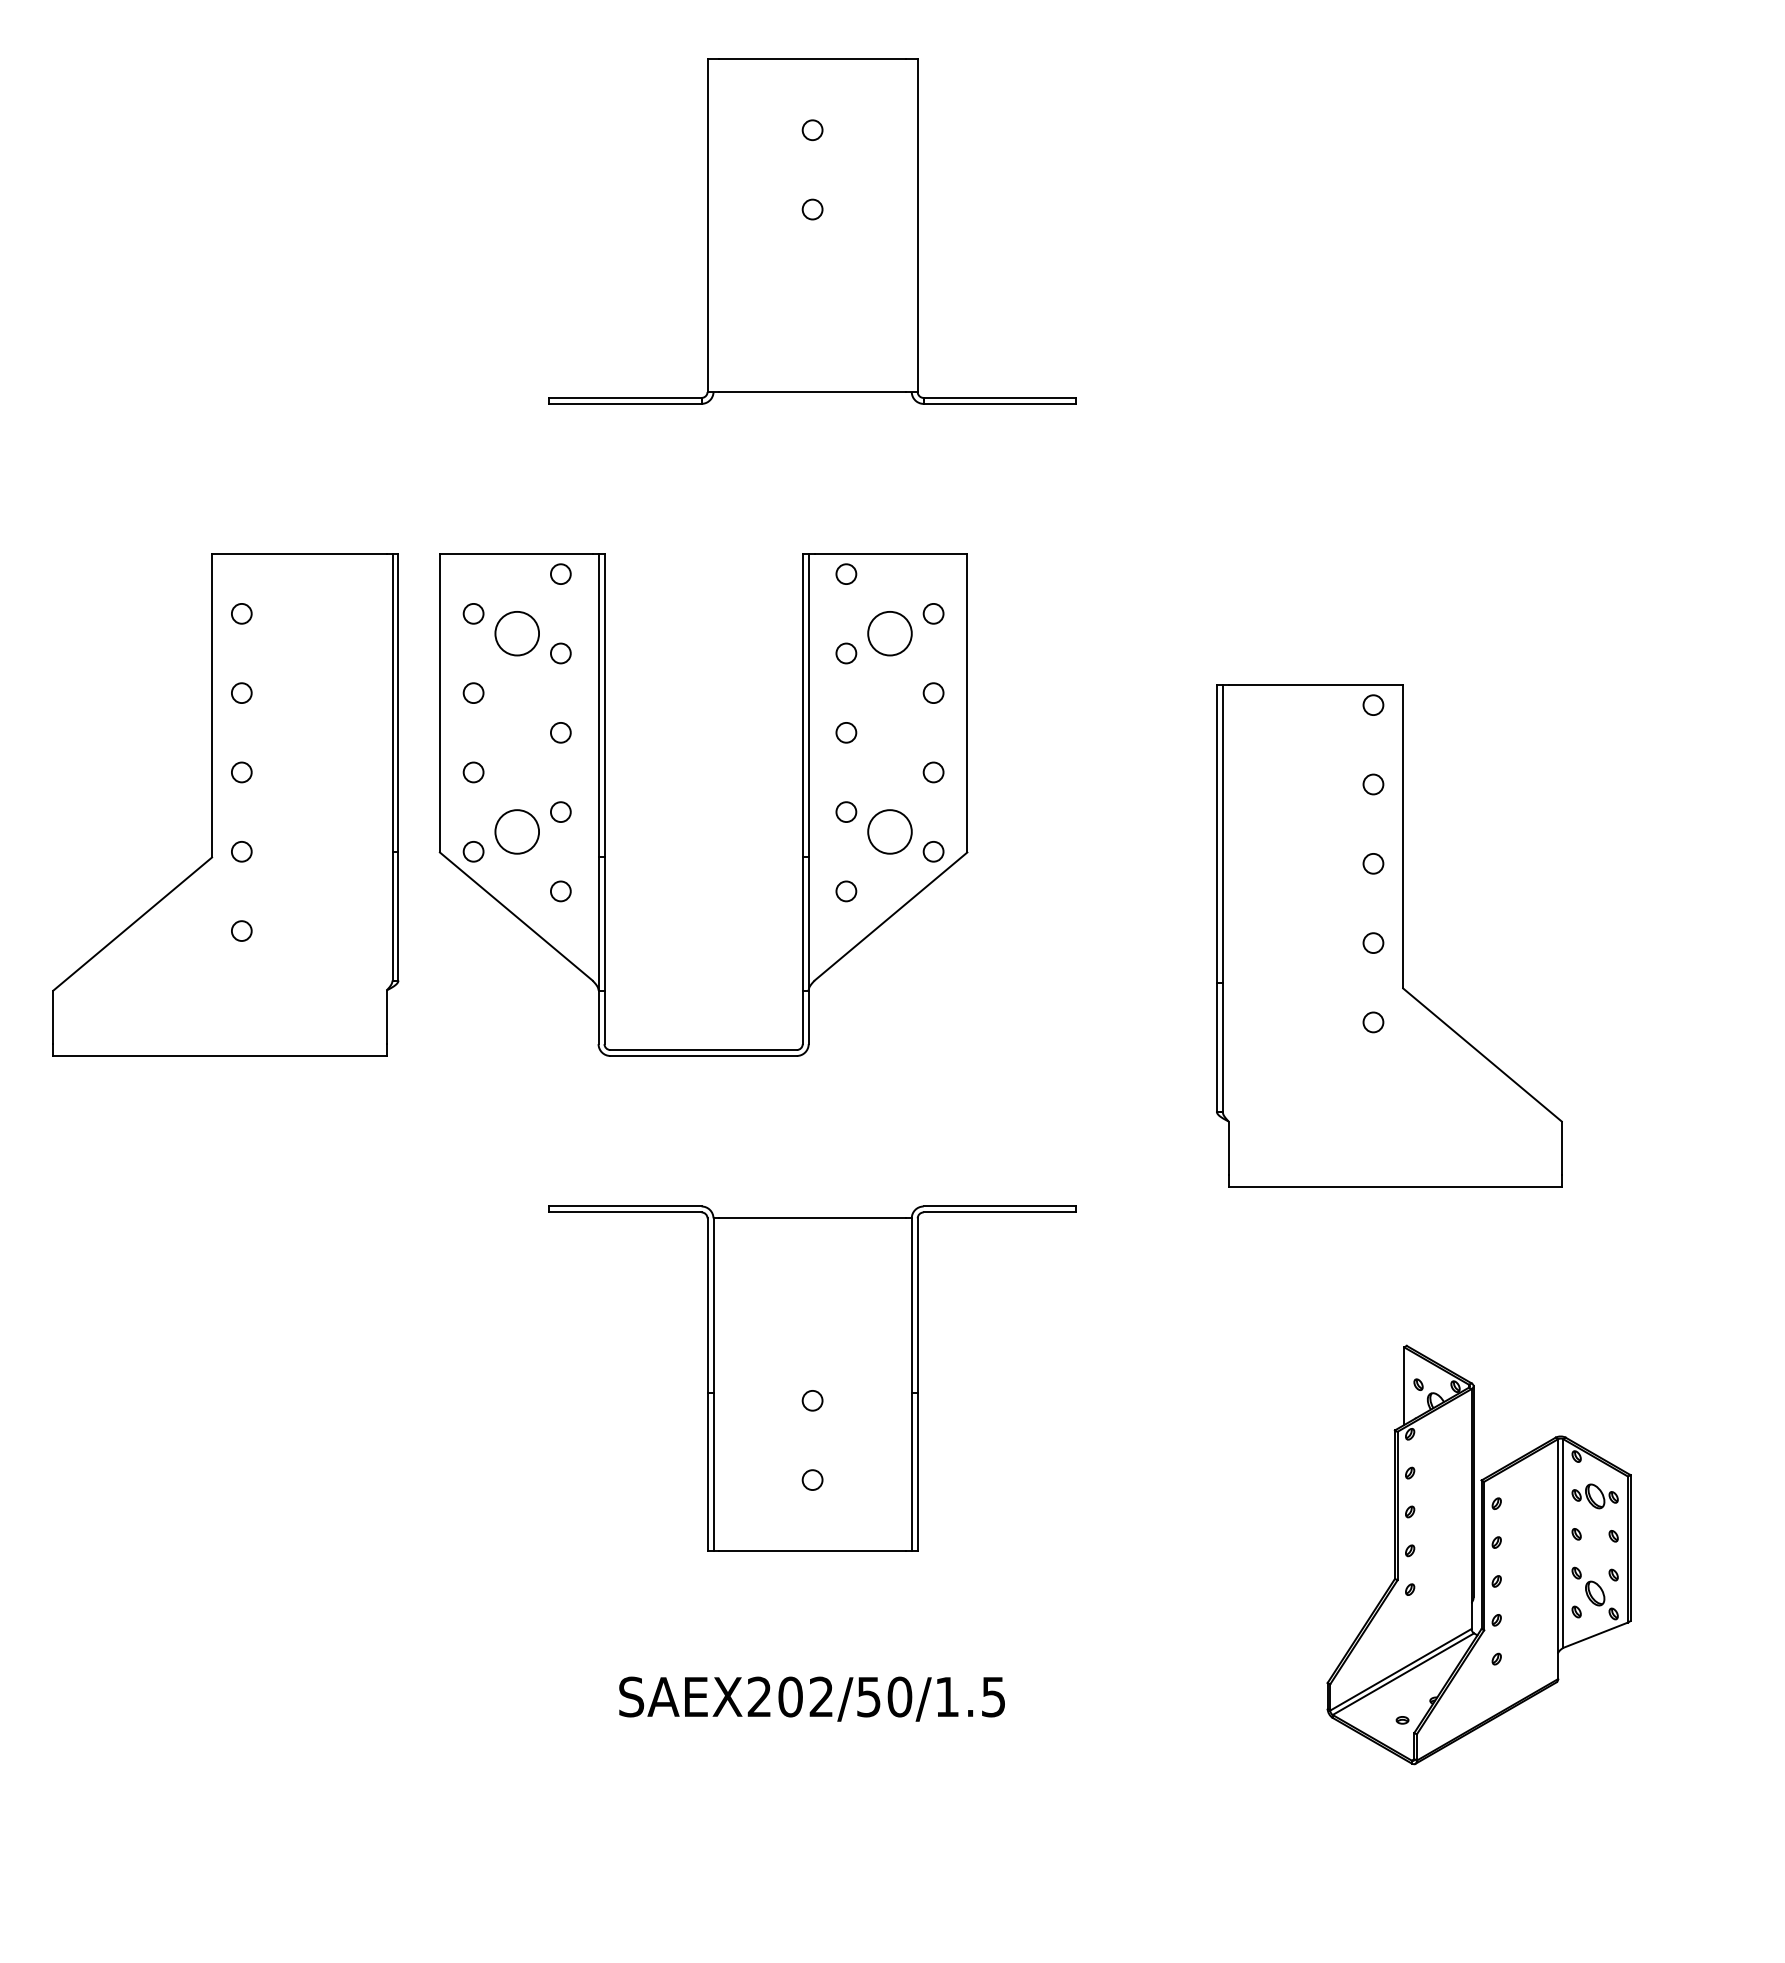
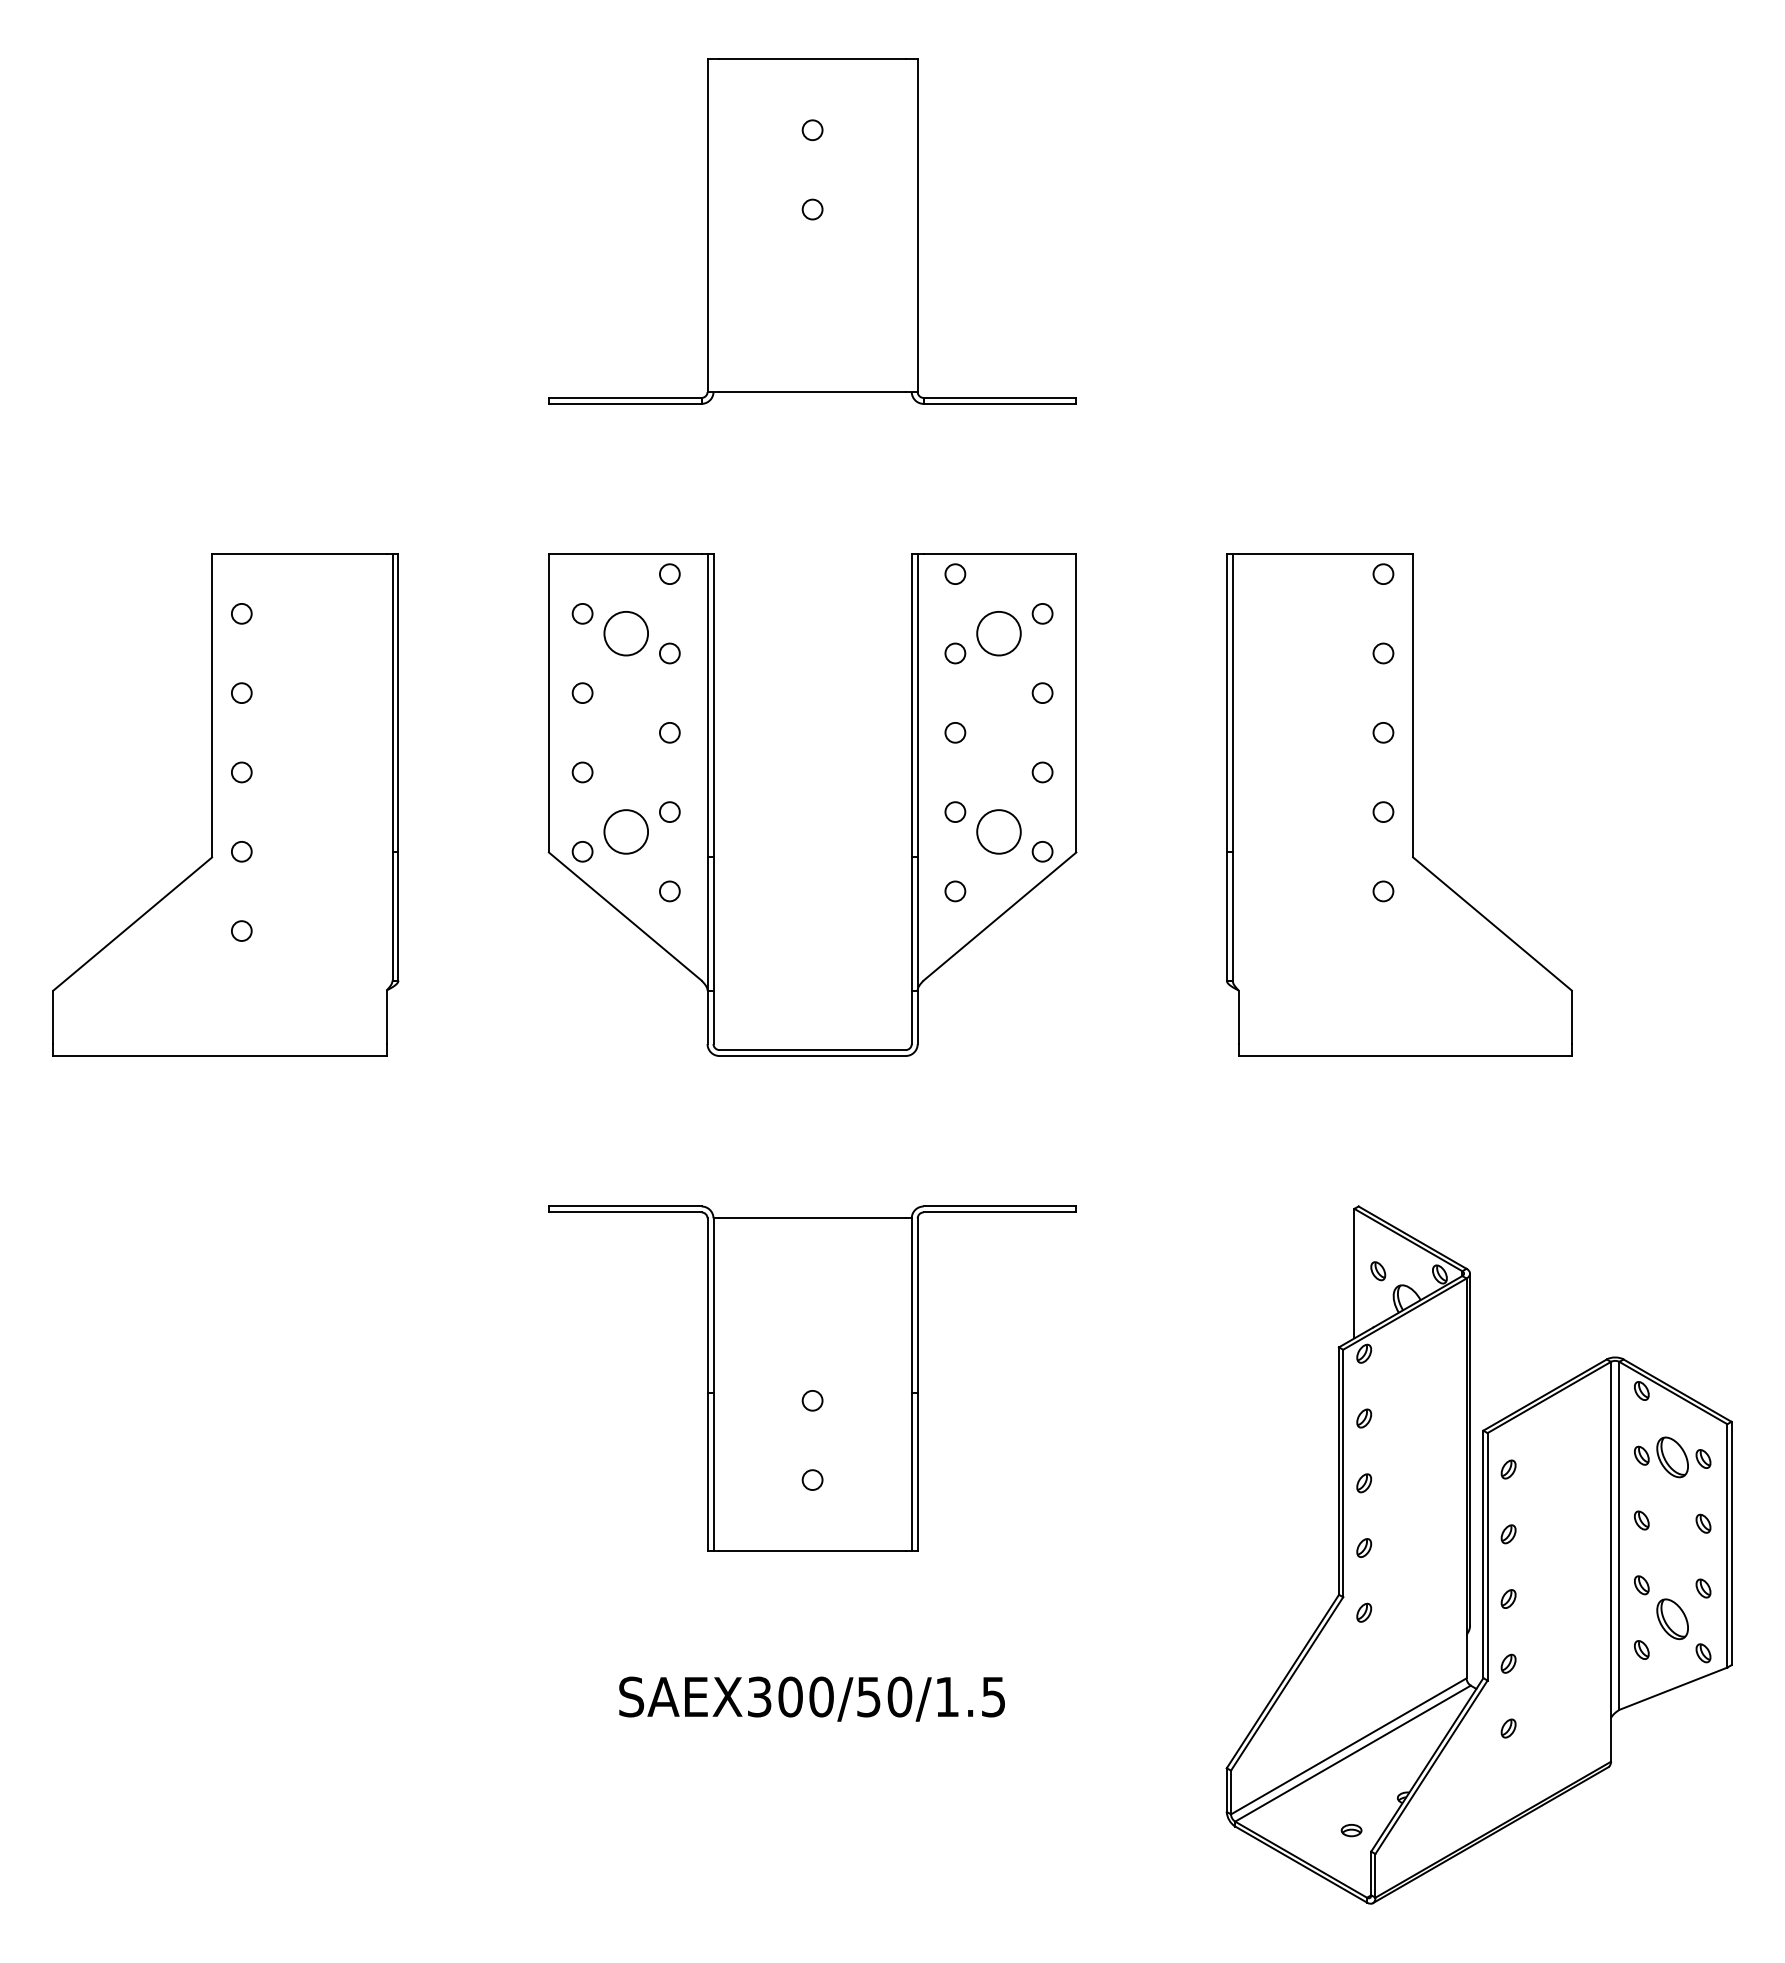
part at (605, 804) position: (605, 804) -> (714, 804)
part at (1389, 935) position: (1389, 935) -> (1399, 804)
part at (1478, 1554) size: 306x422 px -> 508x700 px
text at (790, 1696): SAEX202/50/1.5 -> SAEX300/50/1.5
